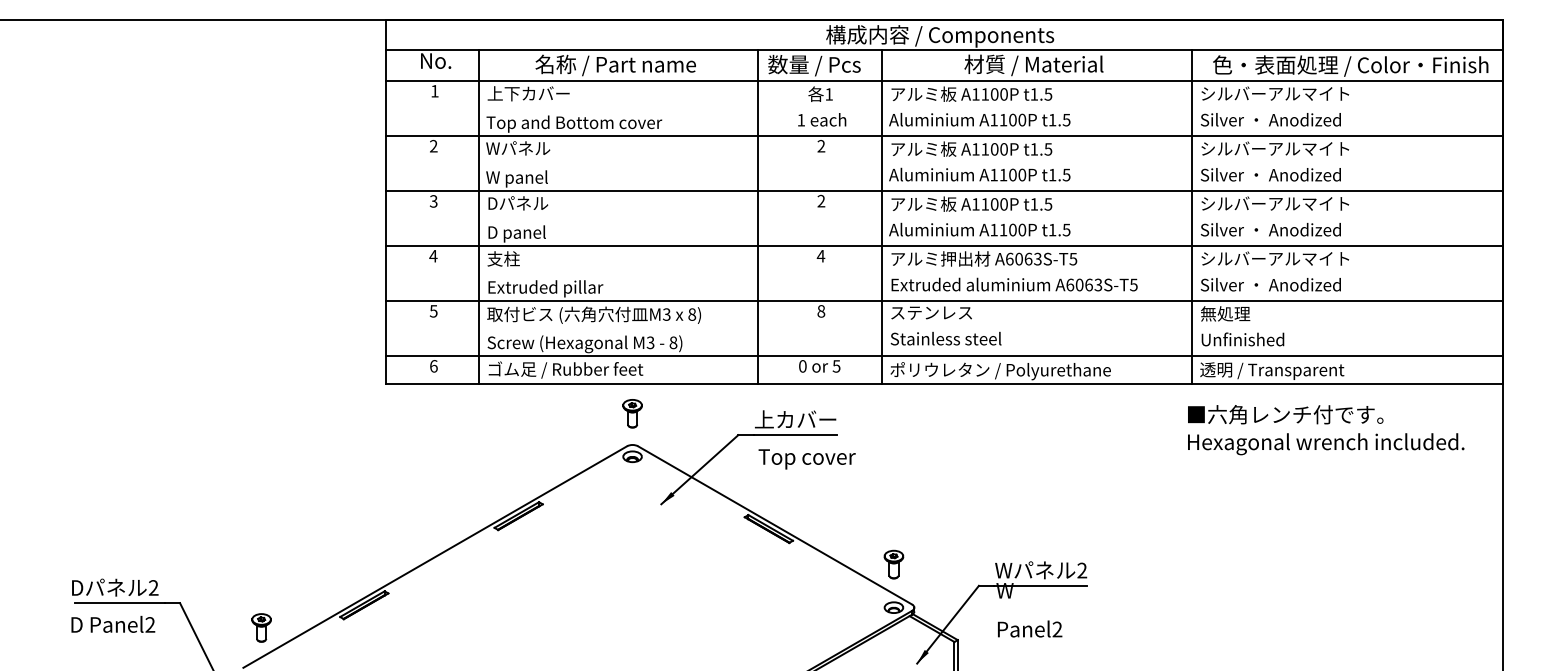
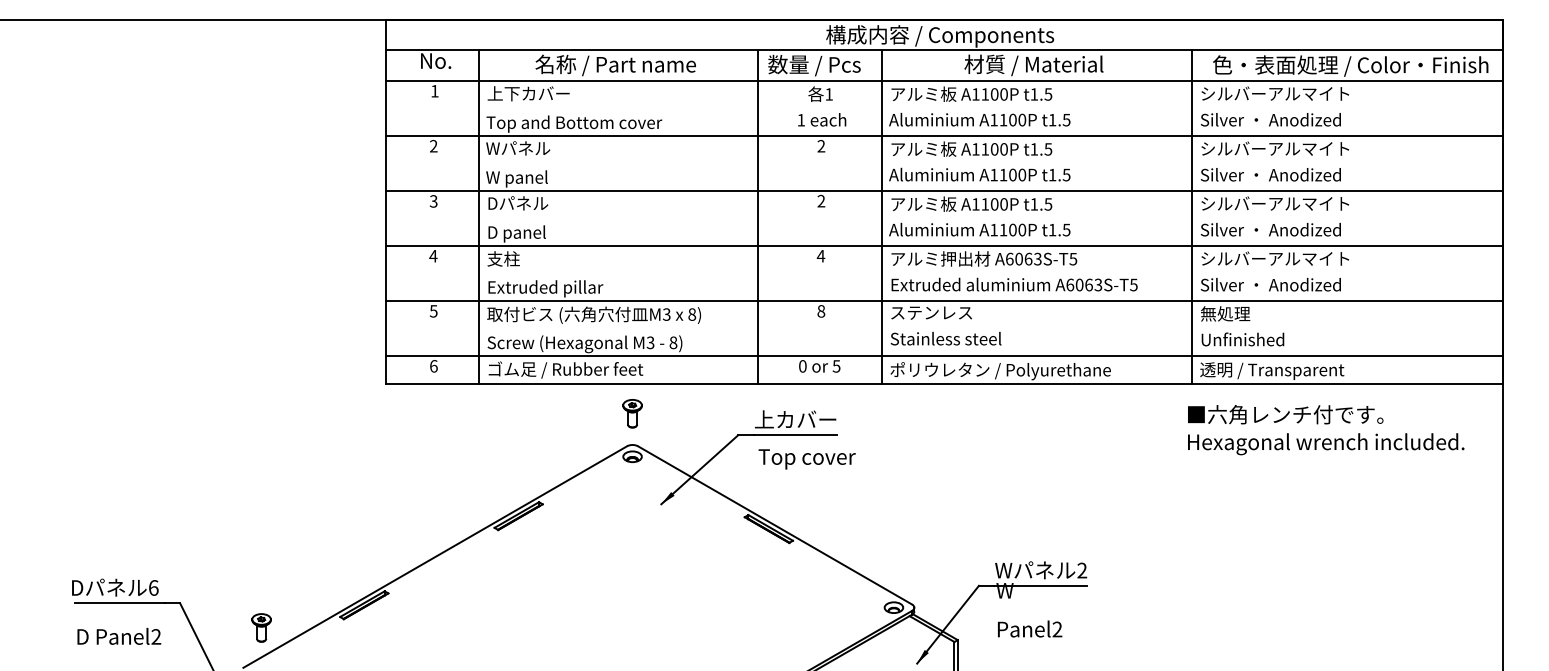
part at (893, 564): present -> none
text at (153, 587): 2 -> 6
text at (113, 623) position: (113, 623) -> (119, 635)
